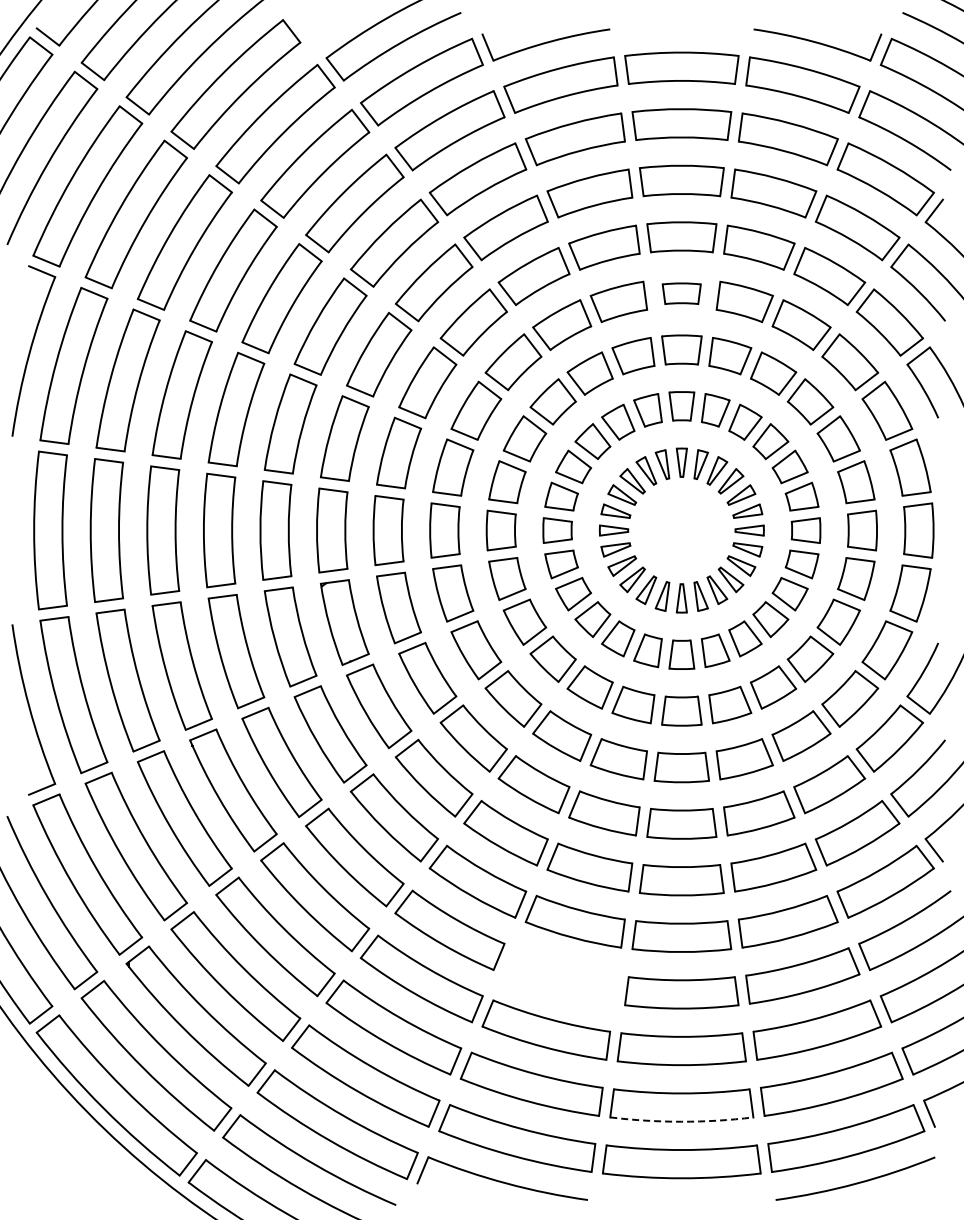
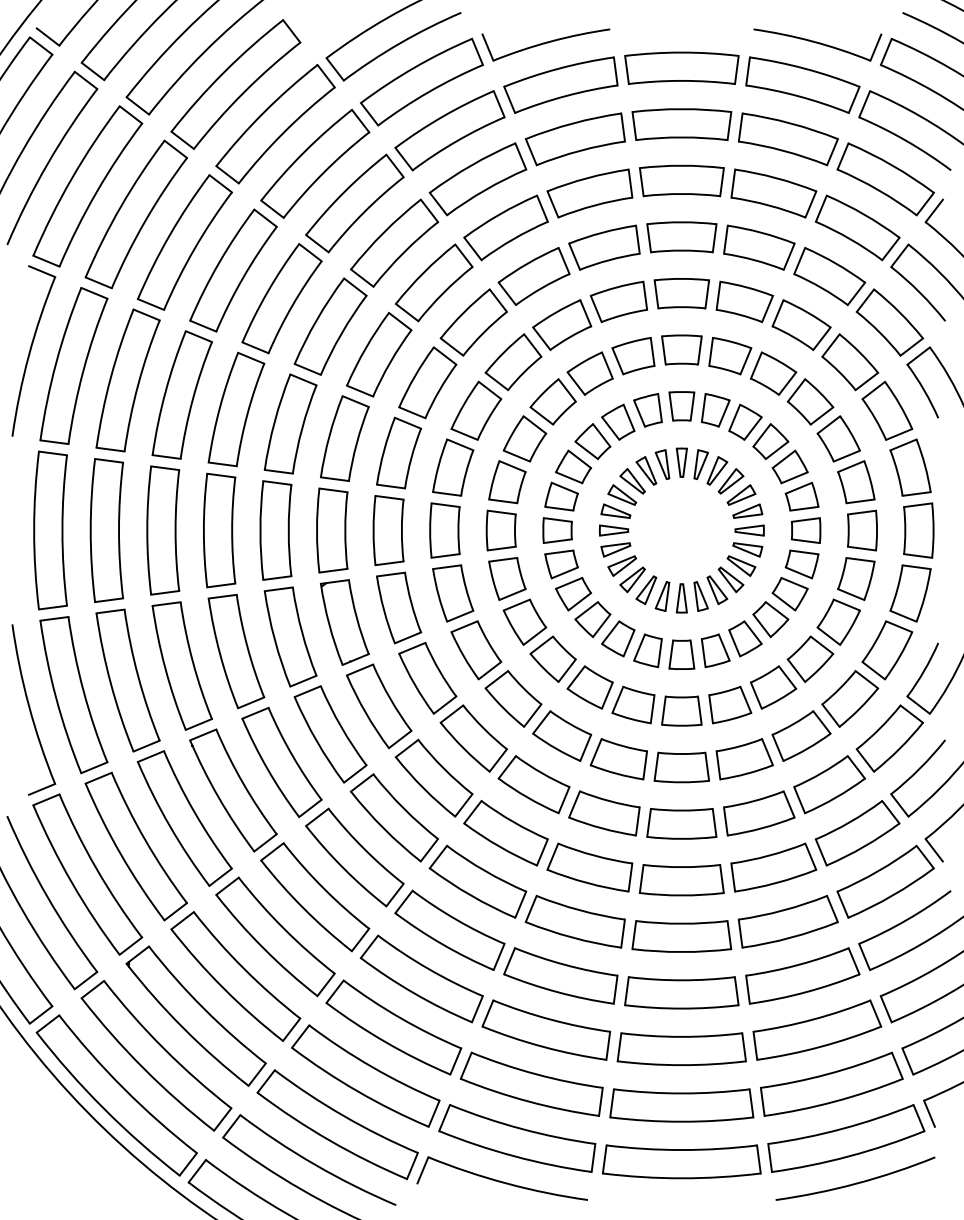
part at (681, 293) size: 41x23 px -> 57x32 px
part at (560, 975): none -> present
arc at (681, 1121): dashed -> solid
